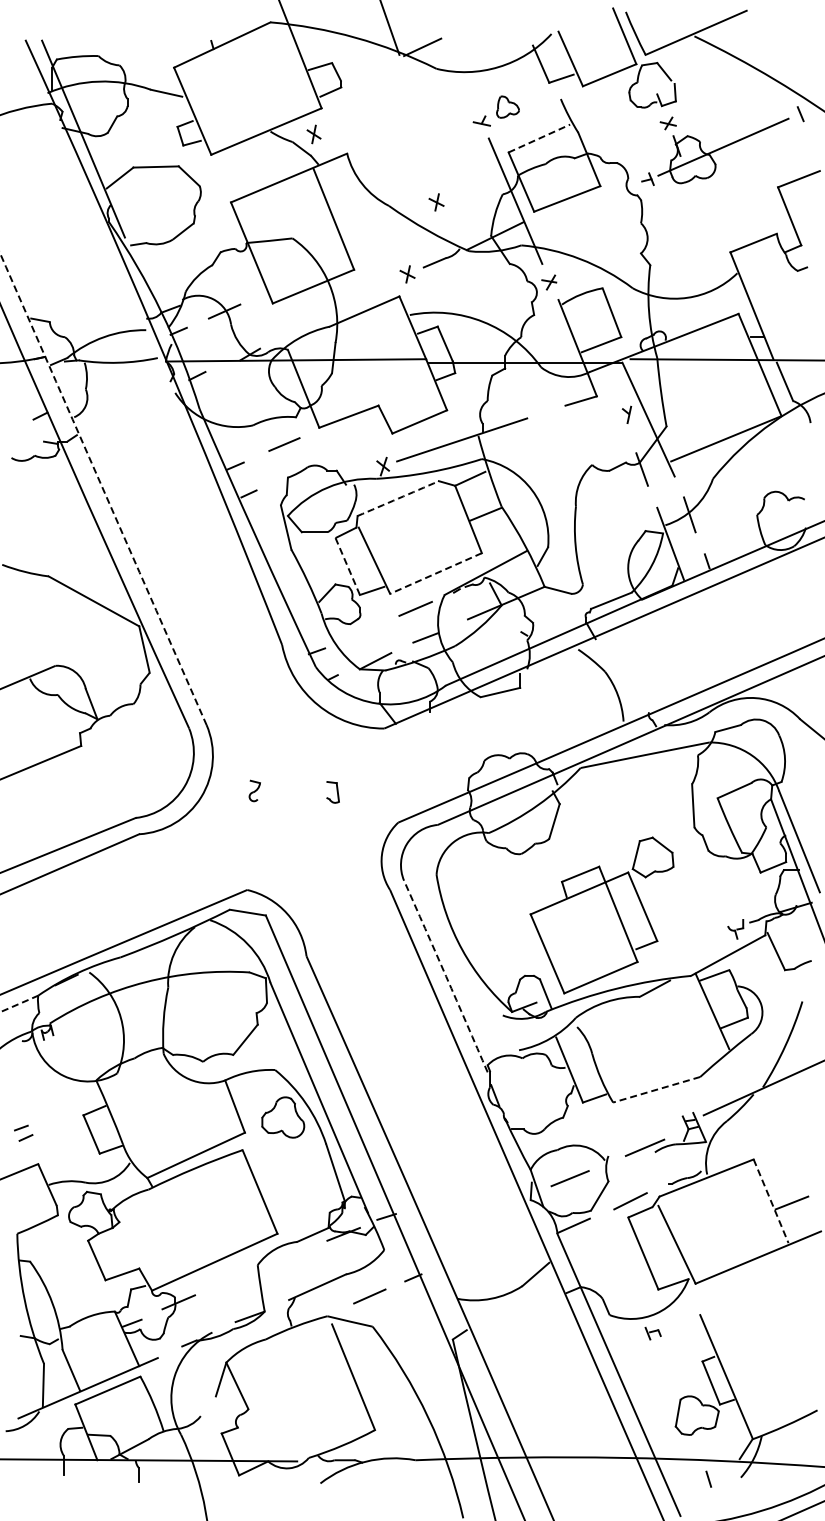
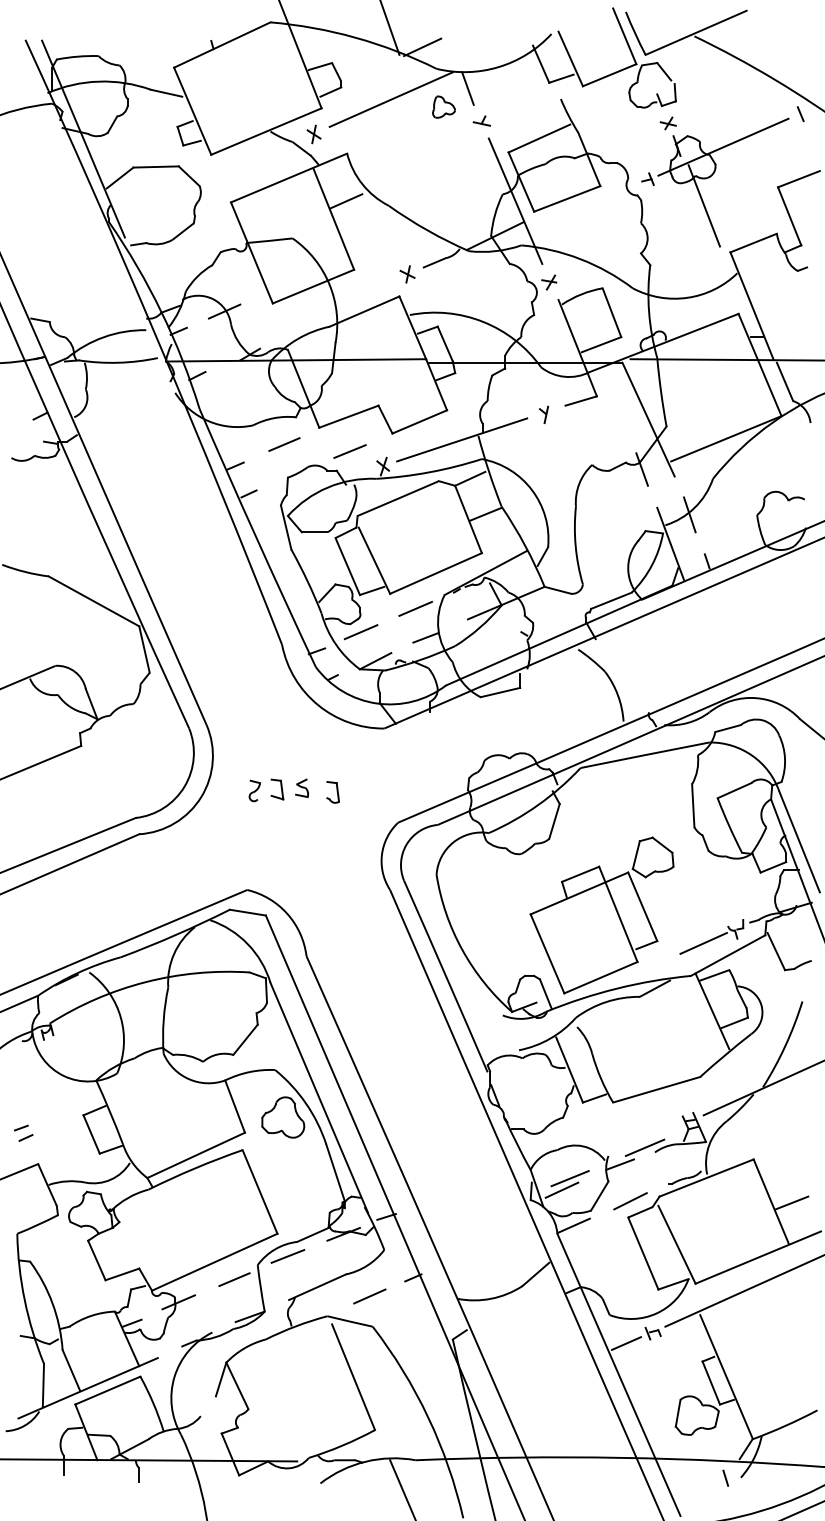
line at (467, 88): none -> present
line at (390, 99): none -> present
part at (507, 106) position: (507, 106) -> (443, 106)
line at (539, 138): dashed -> solid
line at (346, 201): none -> present
part at (436, 202): present -> none
line at (703, 205): none -> present
part at (626, 414) position: (626, 414) -> (543, 414)
line at (349, 451): none -> present
arc at (103, 489): dashed -> solid
arc at (398, 498): dashed -> solid
line at (347, 566): dashed -> solid
line at (435, 573): dashed -> solid
line at (360, 632): none -> present
part at (301, 787): none -> present
part at (277, 789): none -> present
line at (703, 942): none -> present
arc at (446, 976): dashed -> solid
arc at (19, 1003): dashed -> solid
line at (656, 1089): dashed -> solid
line at (620, 1164): none -> present
line at (561, 1189): none -> present
line at (771, 1201): dashed -> solid
line at (287, 1256): none -> present
line at (234, 1279): none -> present
line at (743, 1291): none -> present
line at (626, 1343): none -> present
line at (708, 1478) position: (708, 1478) -> (725, 1477)
line at (402, 1488): none -> present
